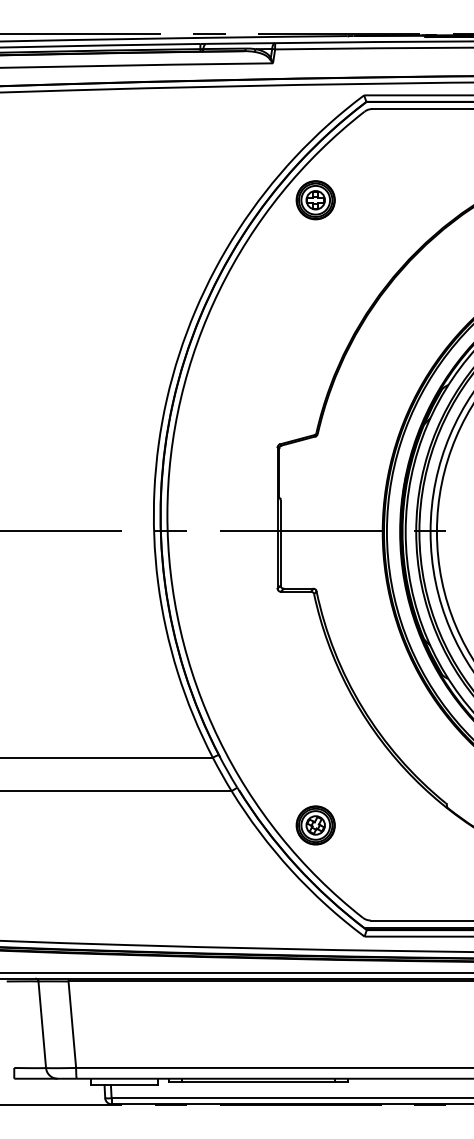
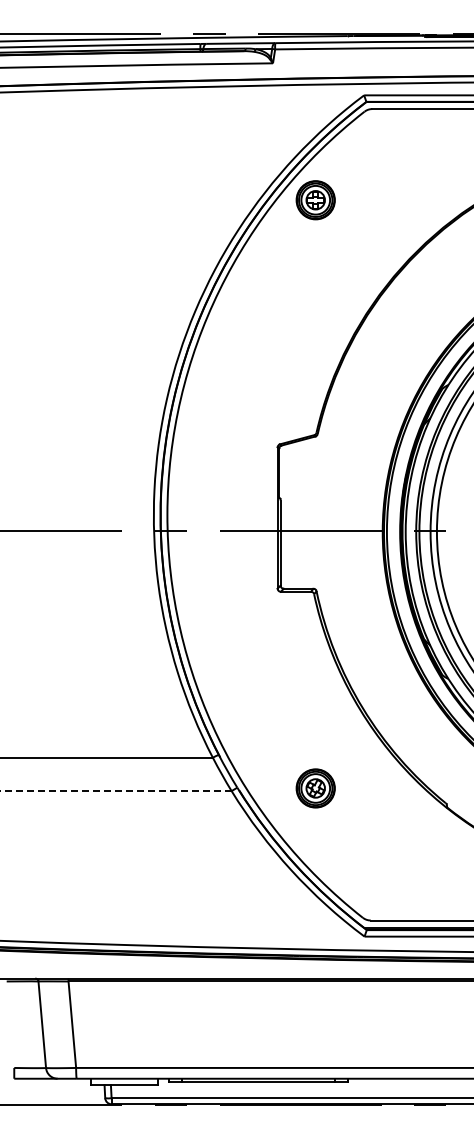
line at (115, 791): solid -> dashed
part at (315, 825) position: (315, 825) -> (315, 788)
line at (236, 972): present -> none
